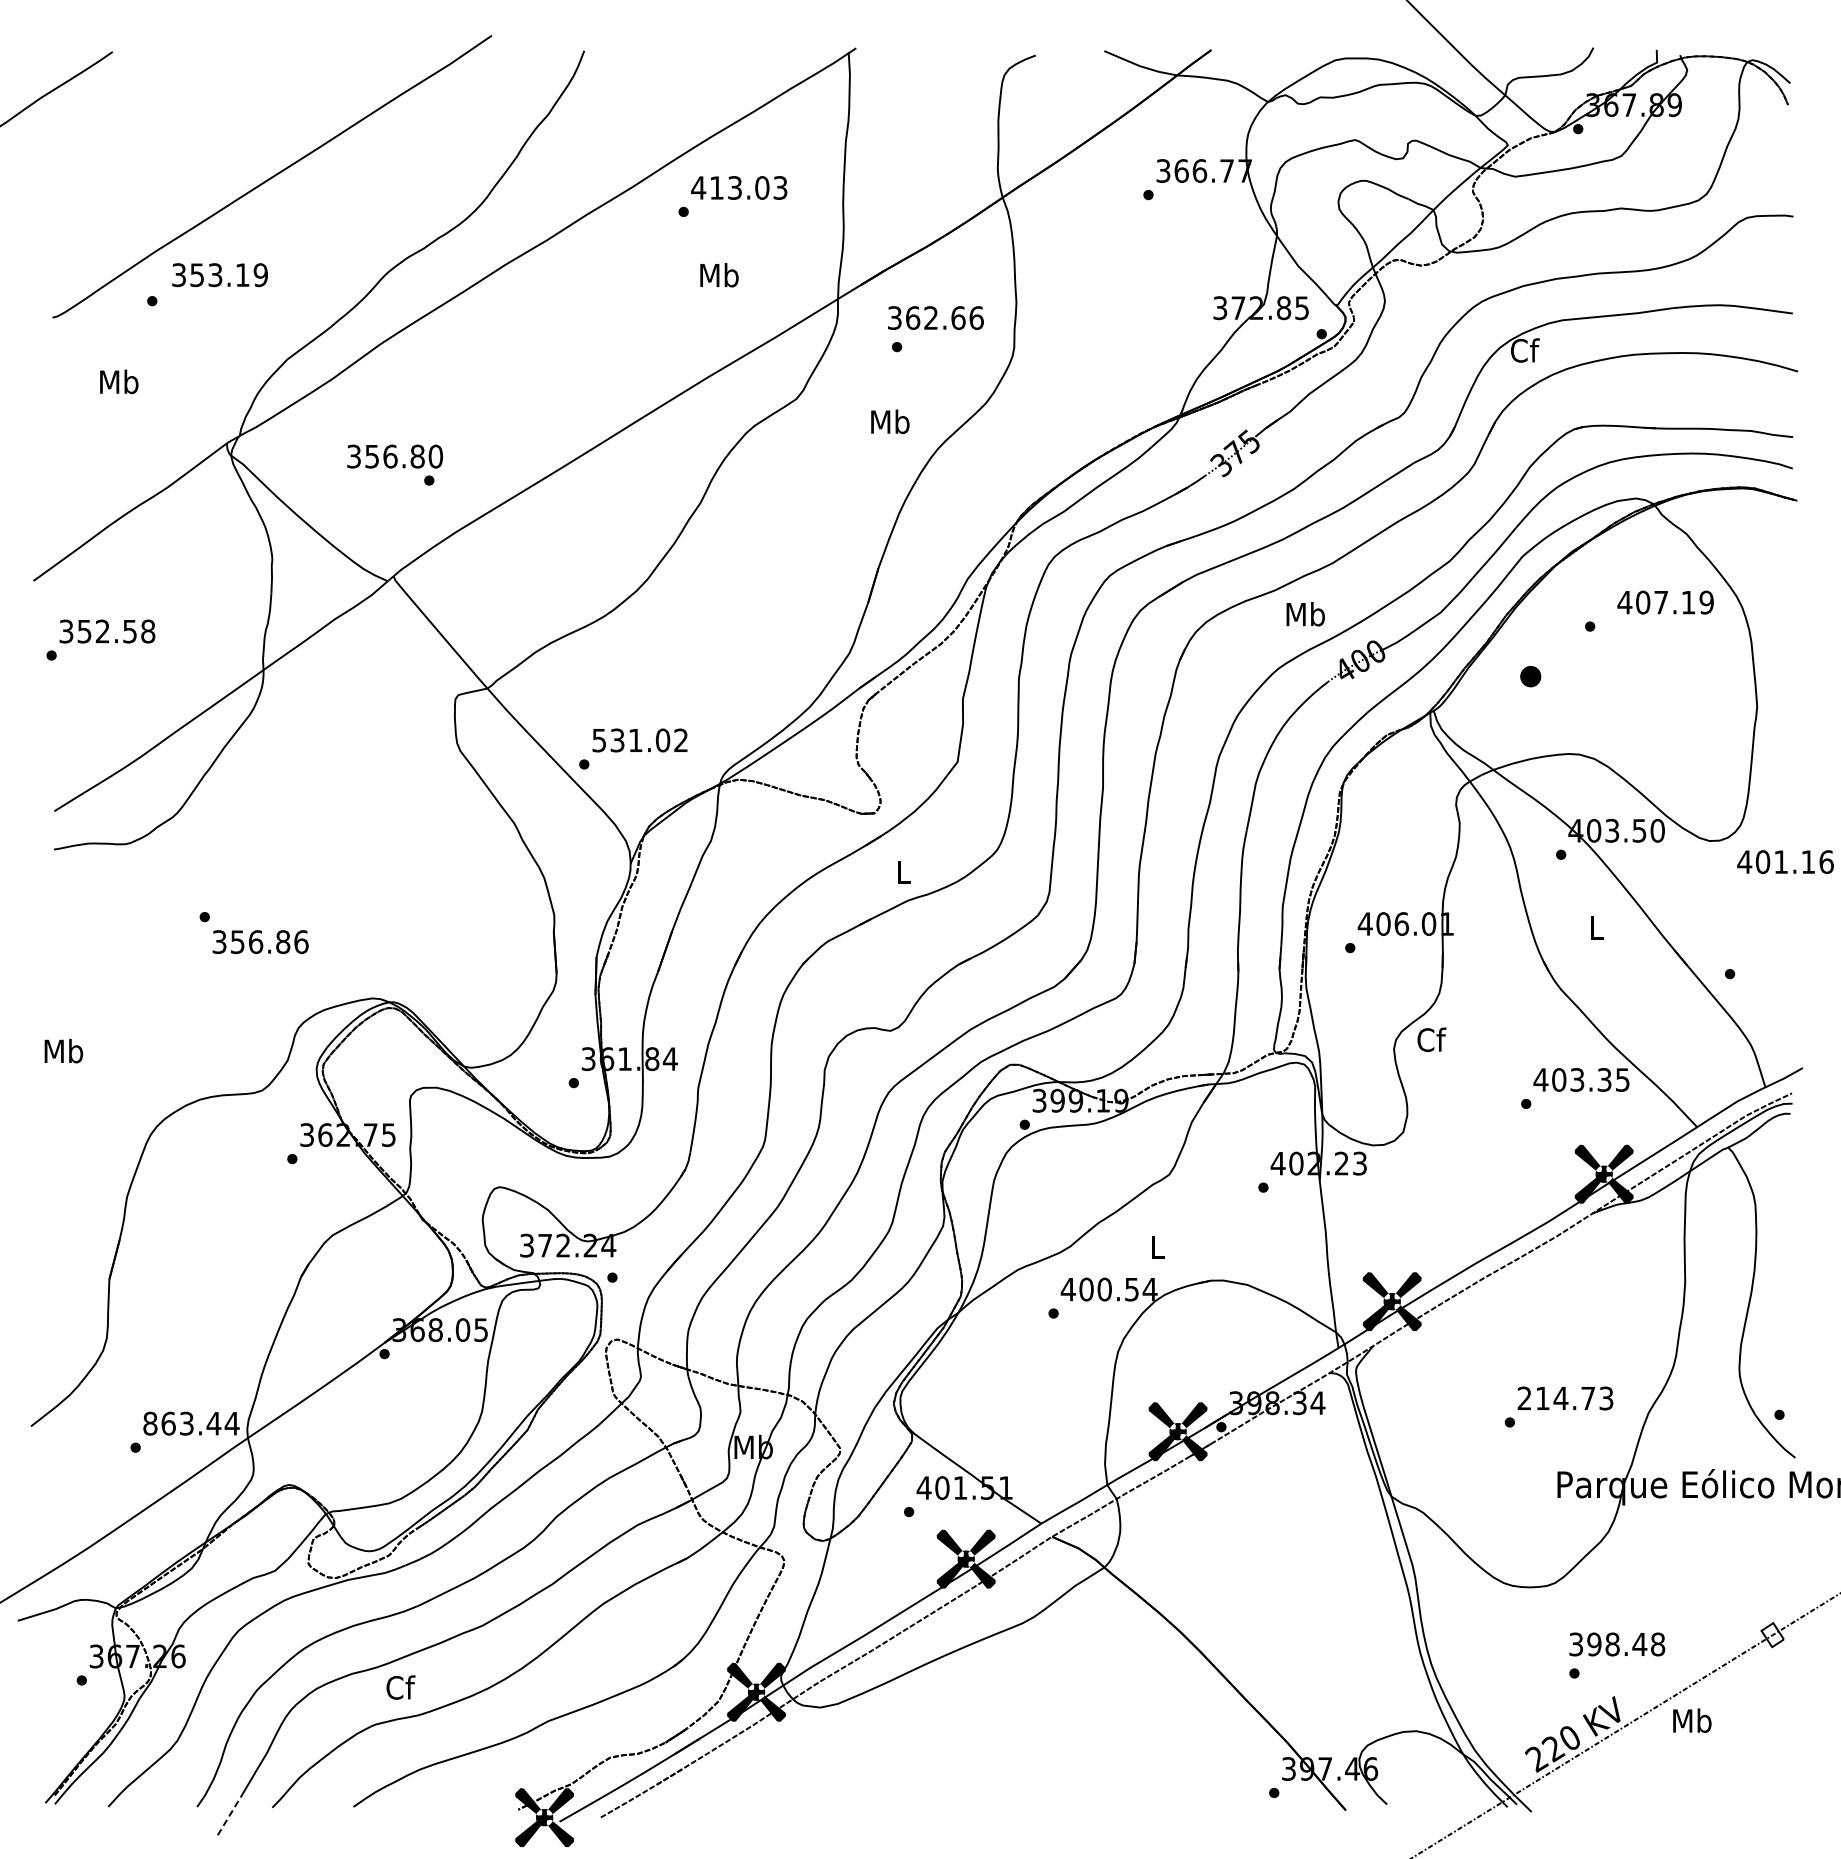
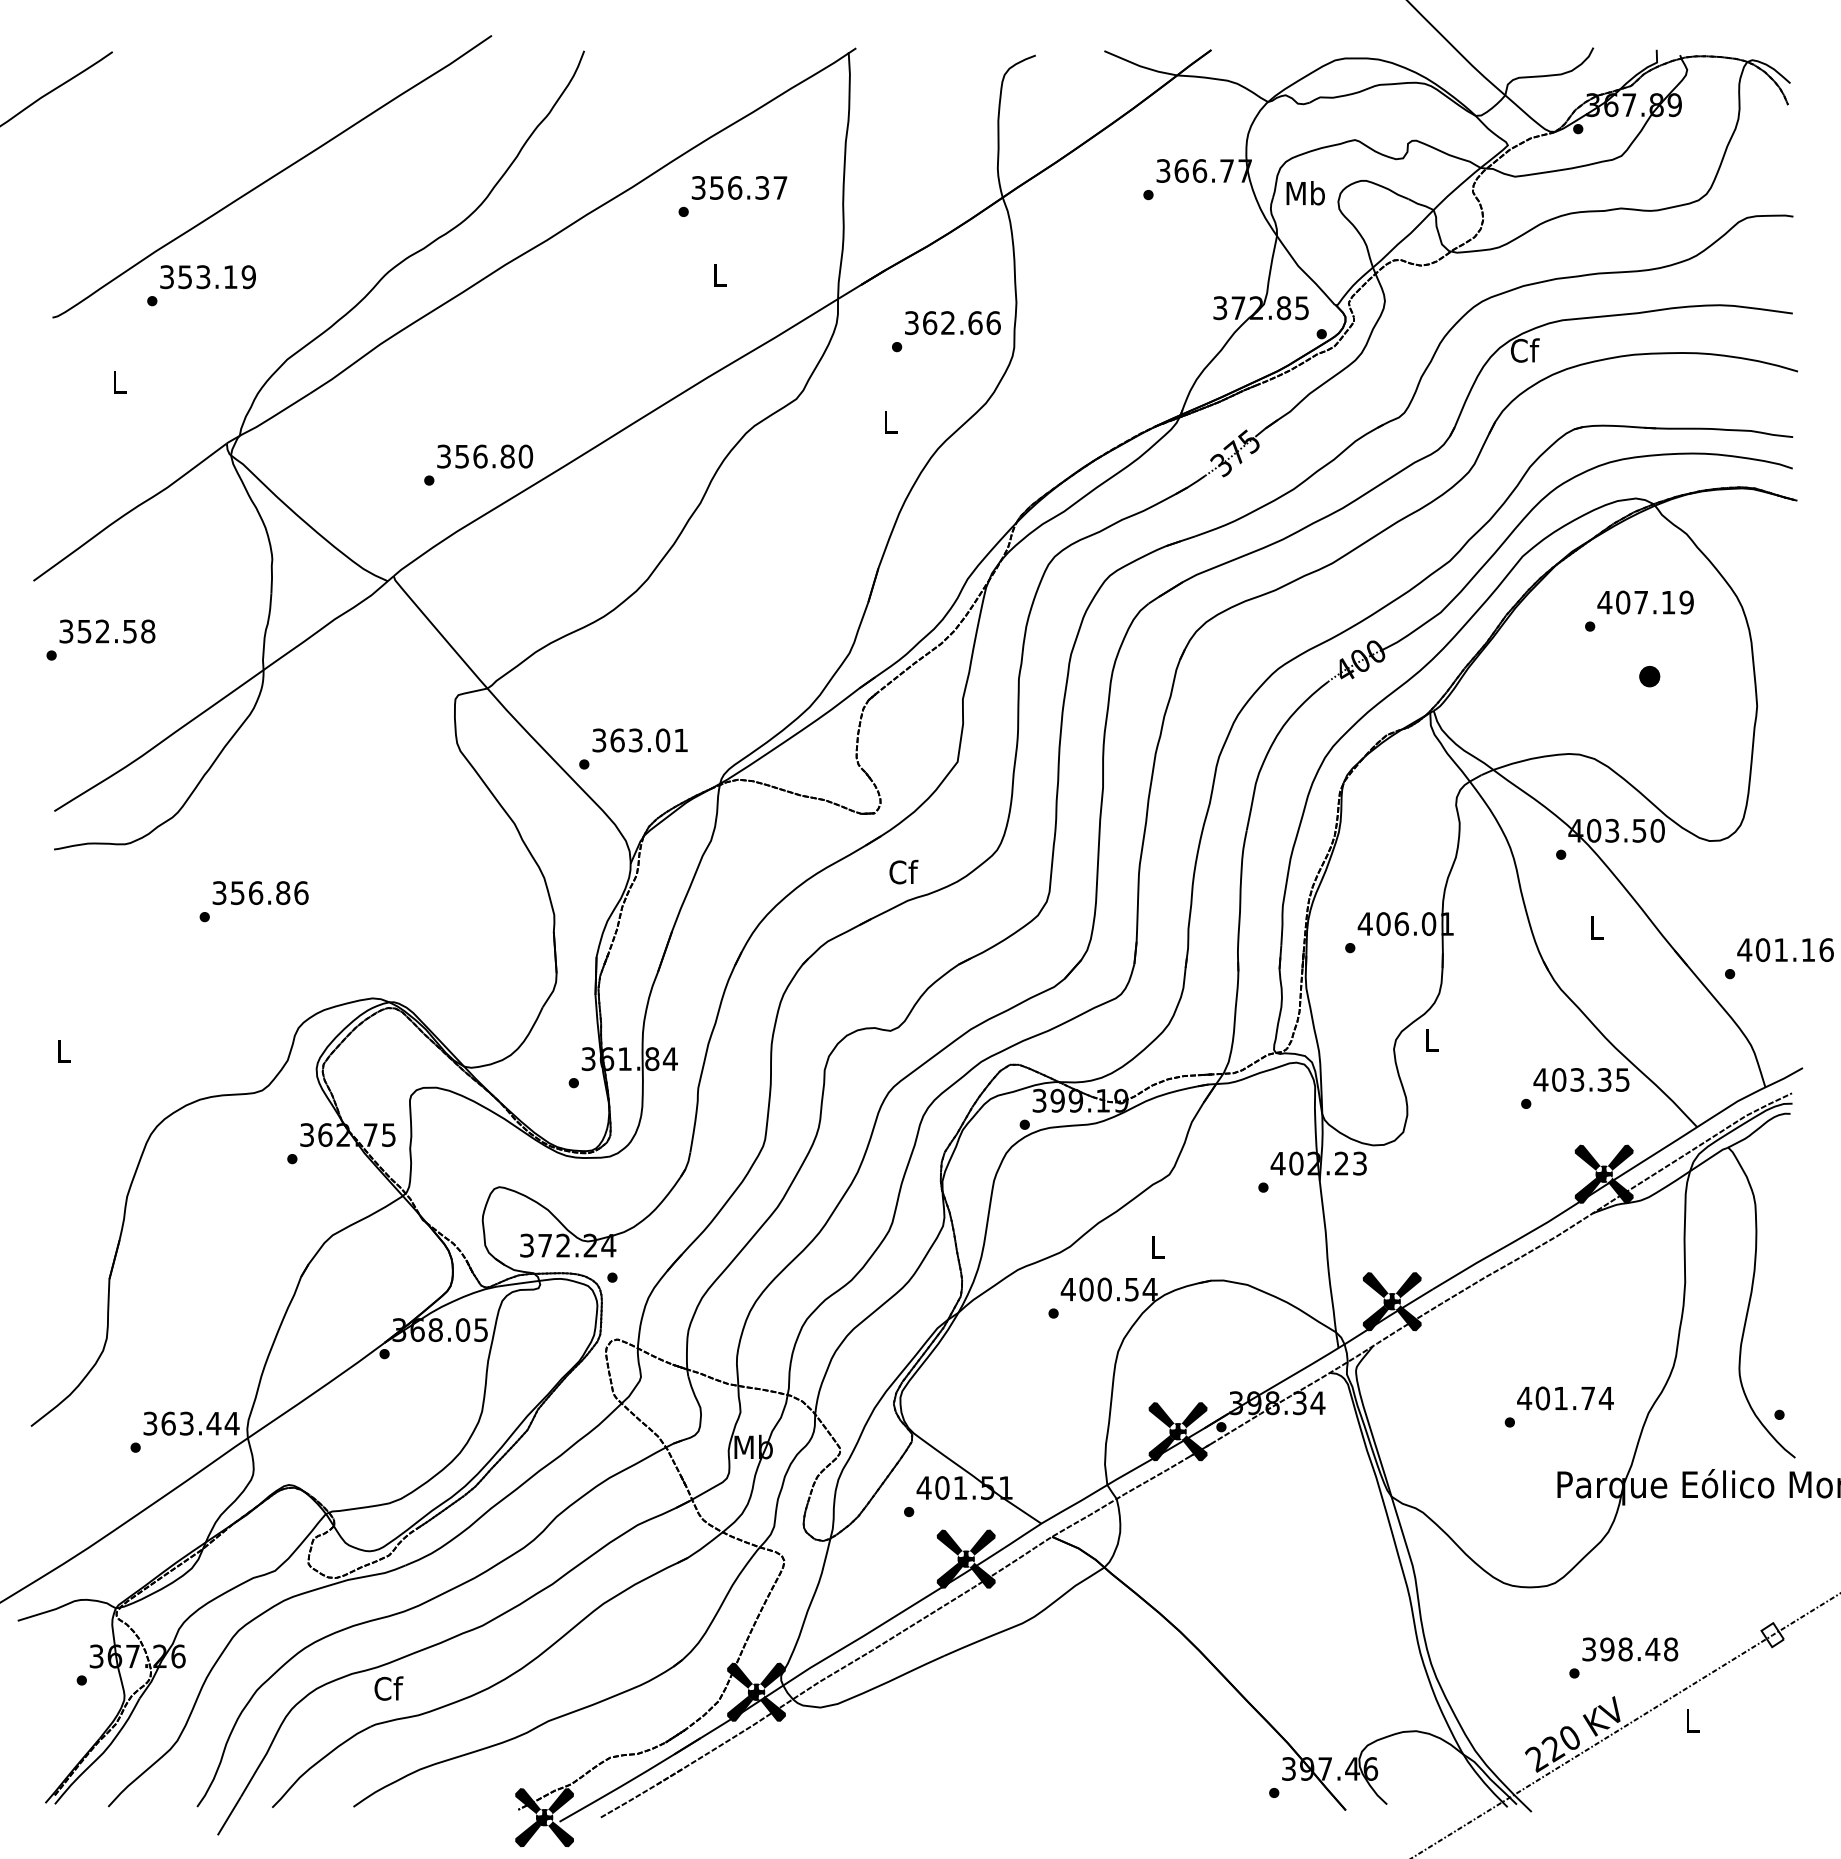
text at (739, 187): 413.03 -> 356.37
text at (219, 275) position: (219, 275) -> (207, 277)
text at (719, 275): Mb -> L
text at (935, 317) position: (935, 317) -> (952, 322)
text at (119, 381): Mb -> L
text at (890, 421): Mb -> L
text at (395, 456) position: (395, 456) -> (485, 456)
text at (1665, 602) position: (1665, 602) -> (1645, 602)
text at (1305, 614) position: (1305, 614) -> (1305, 193)
part at (1530, 676) position: (1530, 676) -> (1649, 676)
text at (640, 740): 531.02 -> 363.01
text at (1785, 861) position: (1785, 861) -> (1785, 949)
text at (903, 871): L -> Cf
text at (260, 942) position: (260, 942) -> (260, 893)
text at (1431, 1039): Cf -> L
text at (63, 1050): Mb -> L
text at (1565, 1398): 214.73 -> 401.74
text at (150, 1423): 863.44 -> 363.44
text at (1617, 1644) position: (1617, 1644) -> (1630, 1649)
text at (400, 1687) position: (400, 1687) -> (388, 1688)
text at (1692, 1720): Mb -> L
line at (229, 1815): dashed -> solid
